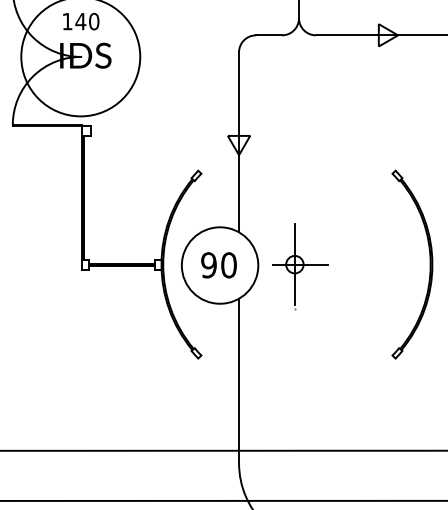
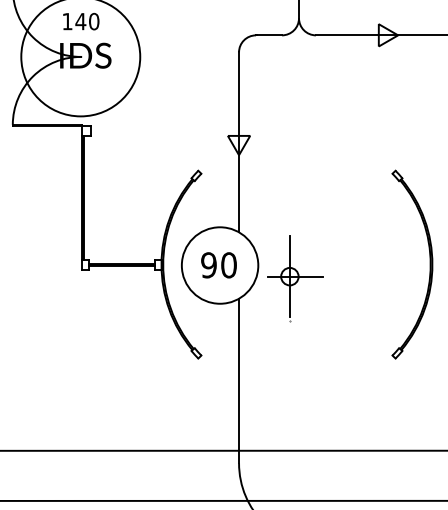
part at (300, 266) position: (300, 266) -> (295, 278)
